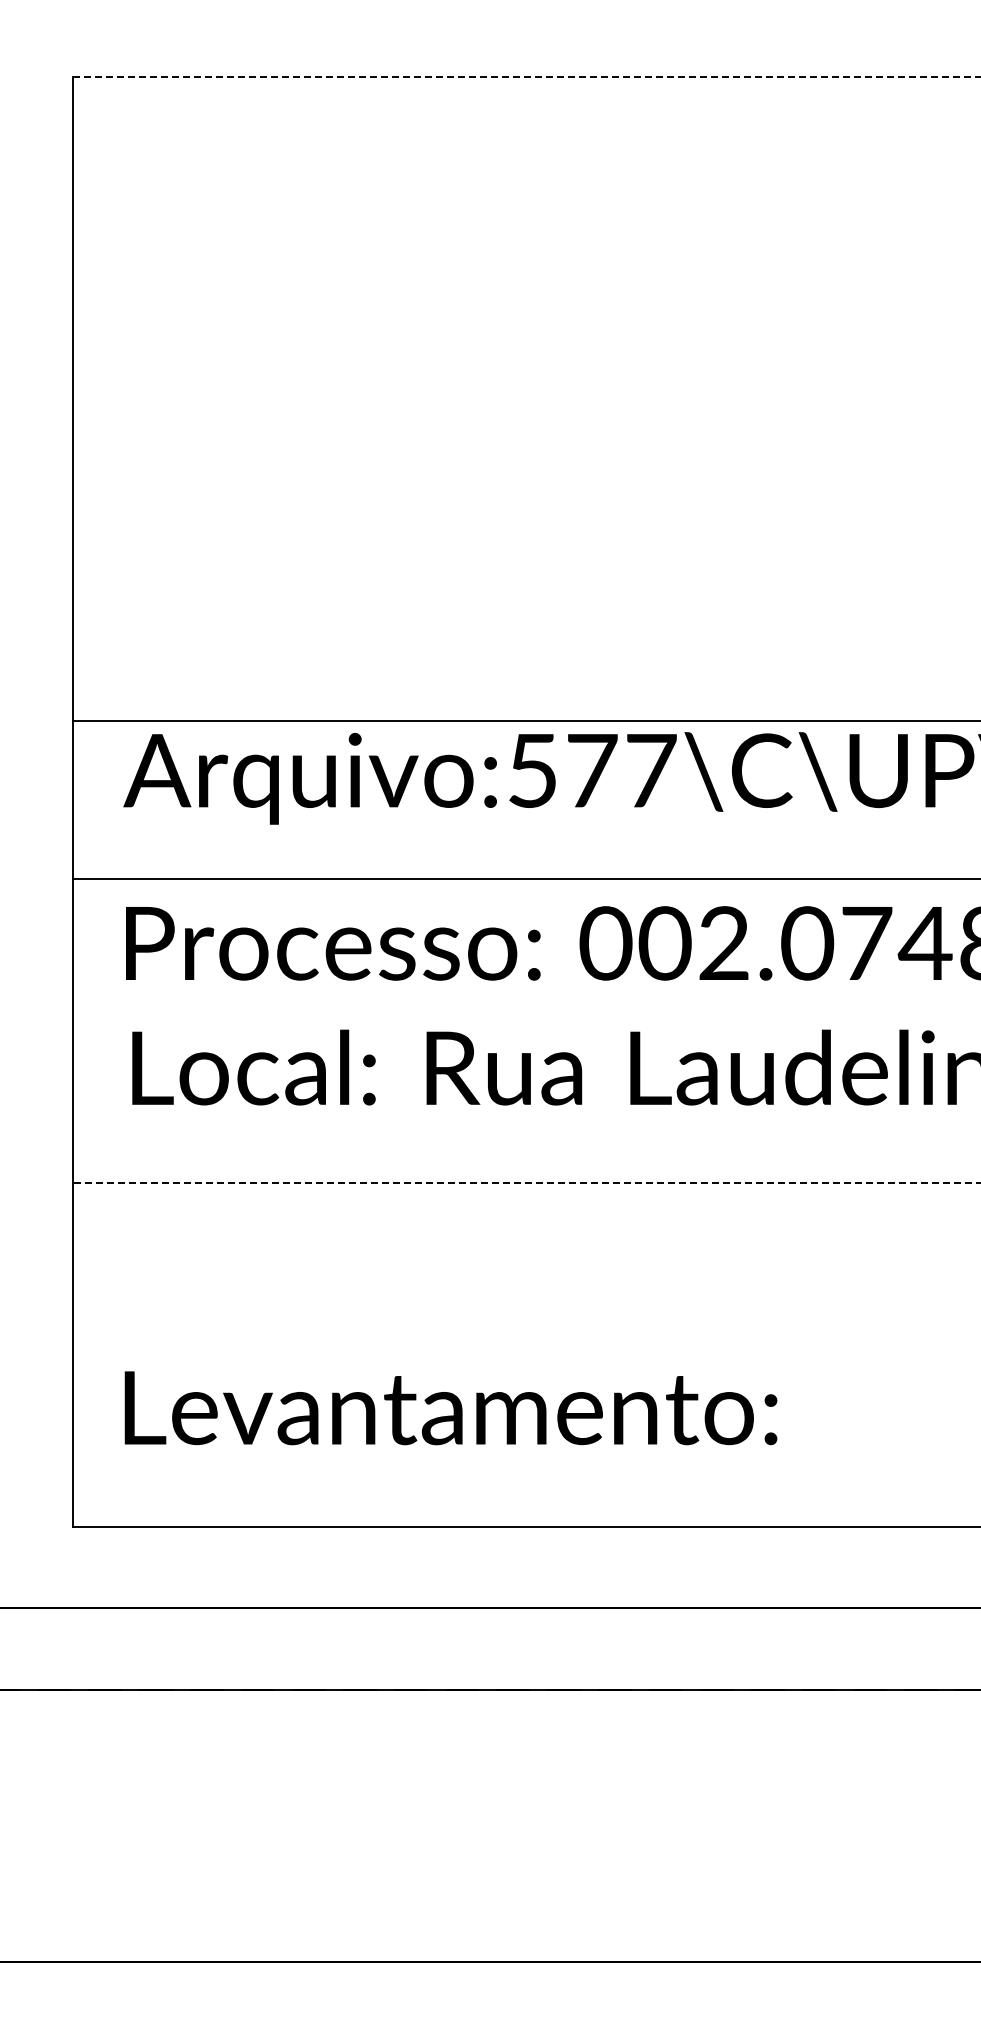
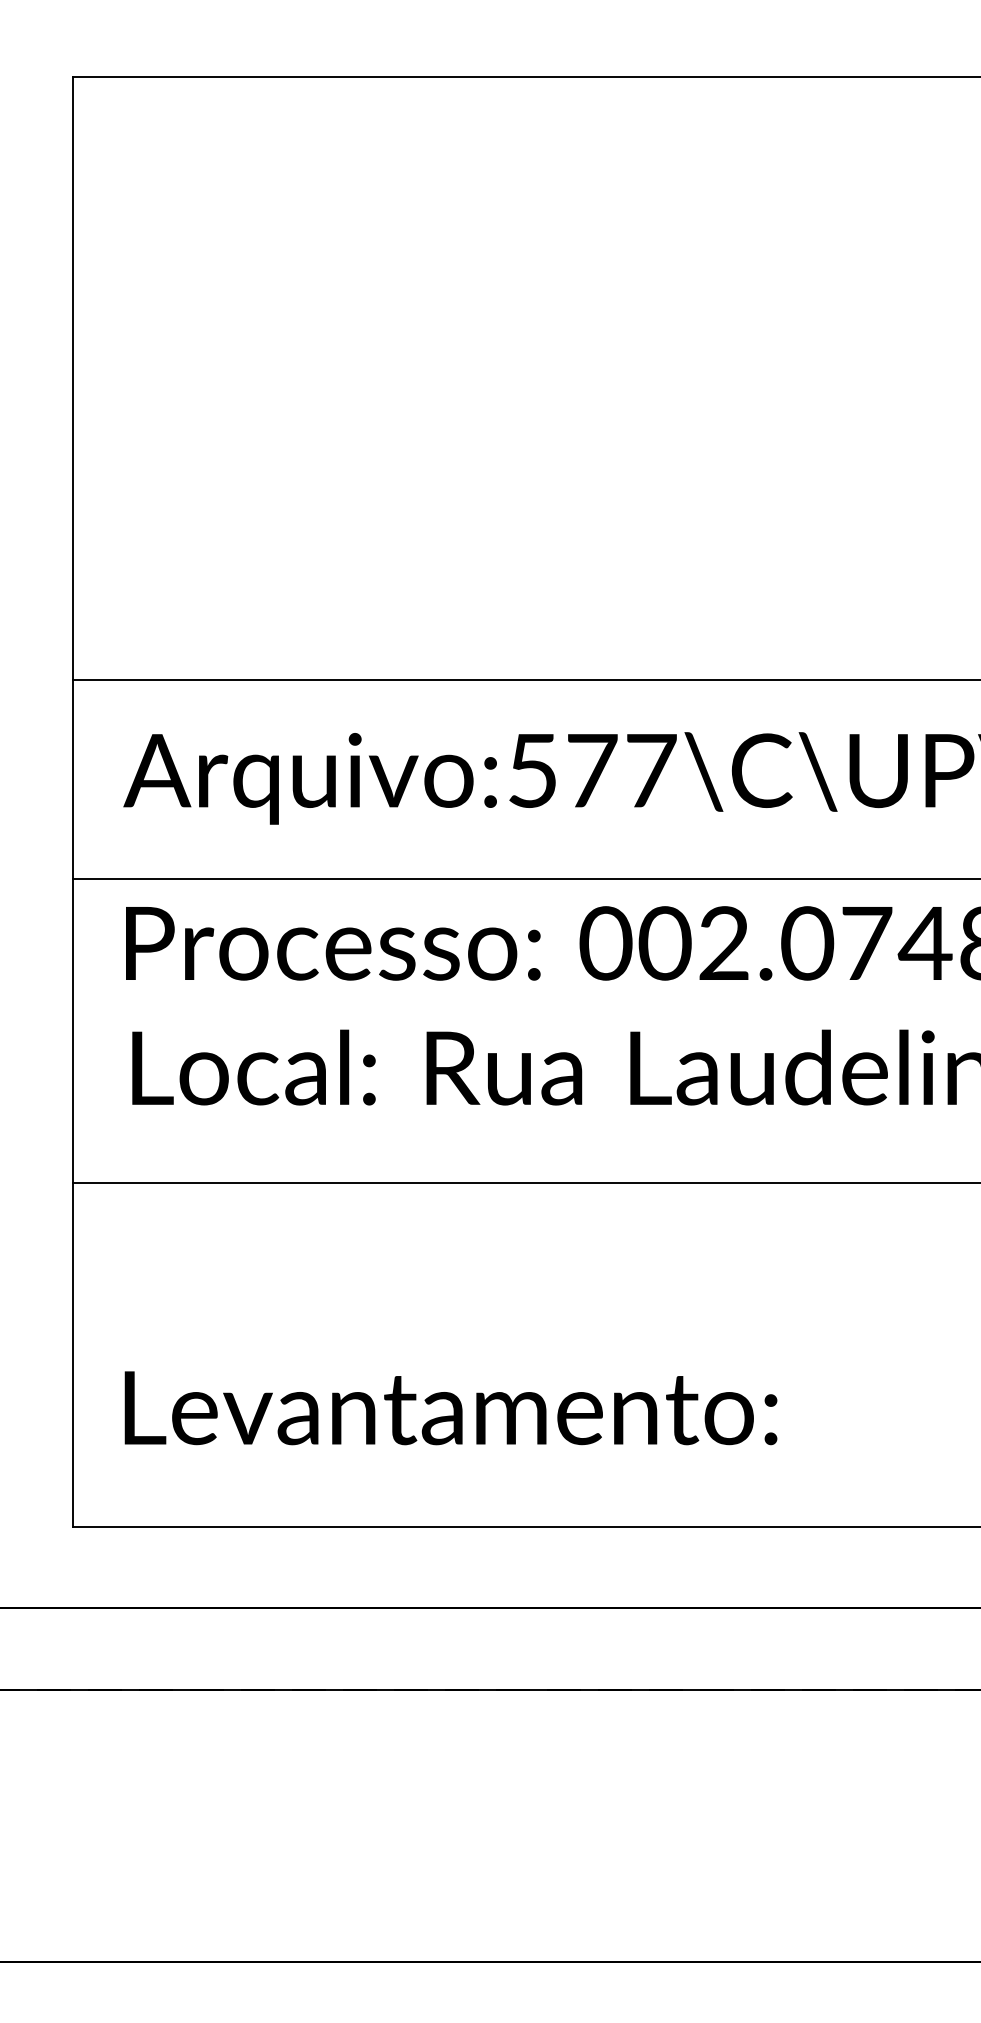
line at (526, 76): dashed -> solid
line at (525, 721) position: (525, 721) -> (525, 680)
line at (526, 1183): dashed -> solid
